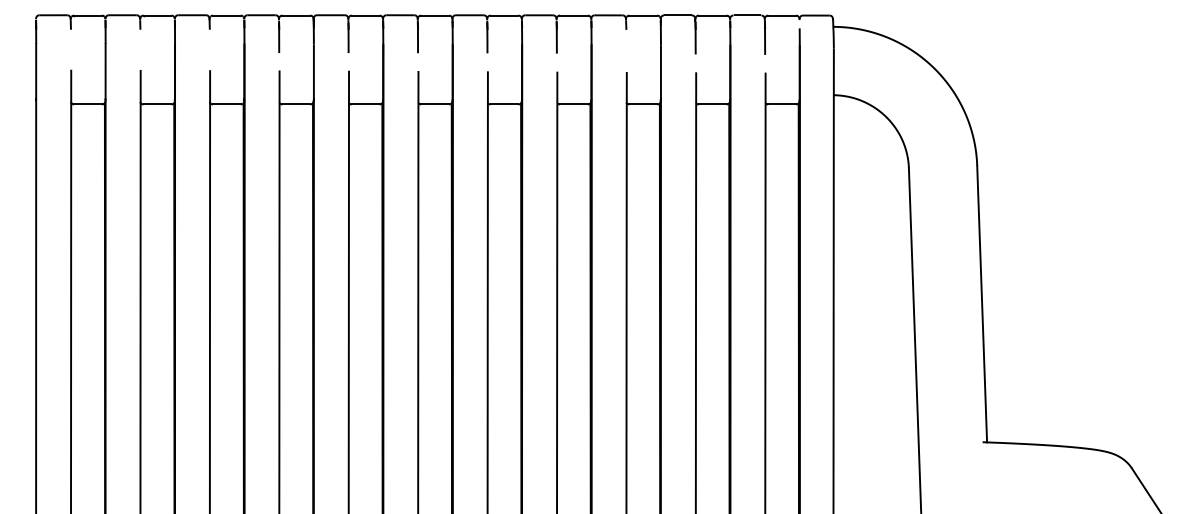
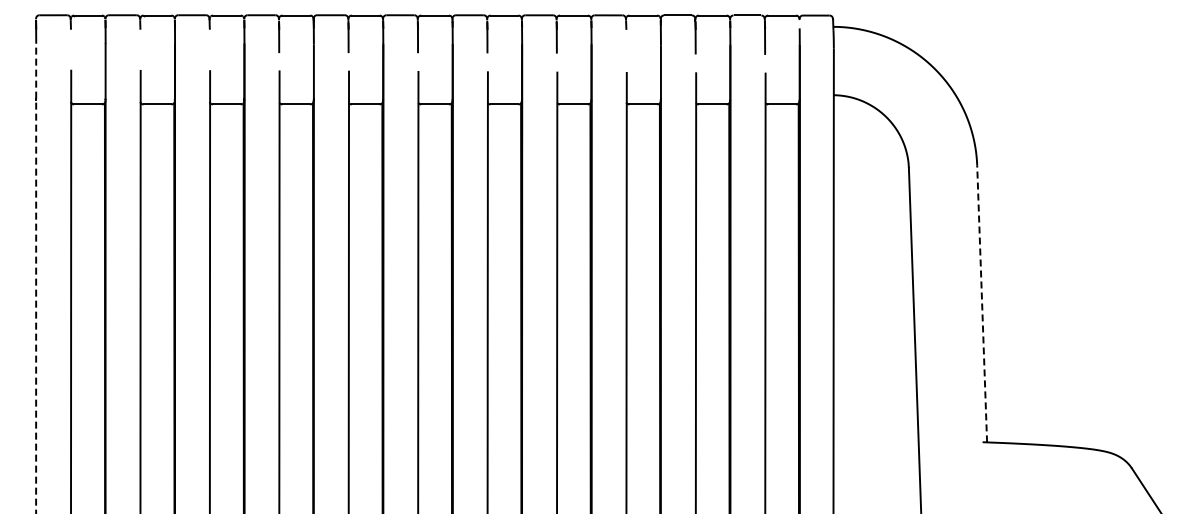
line at (36, 278): solid -> dashed
line at (982, 303): solid -> dashed
